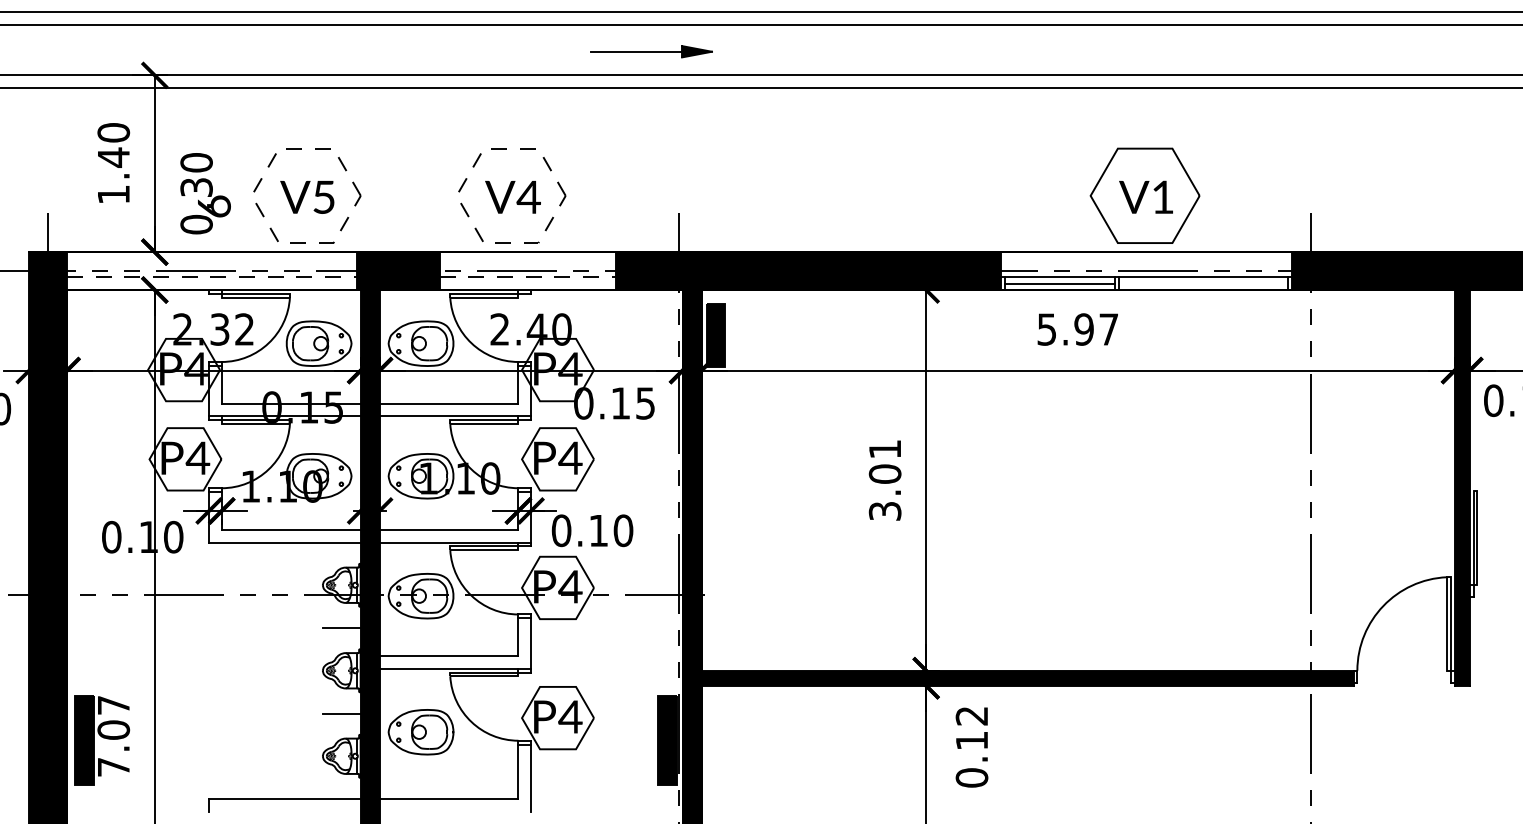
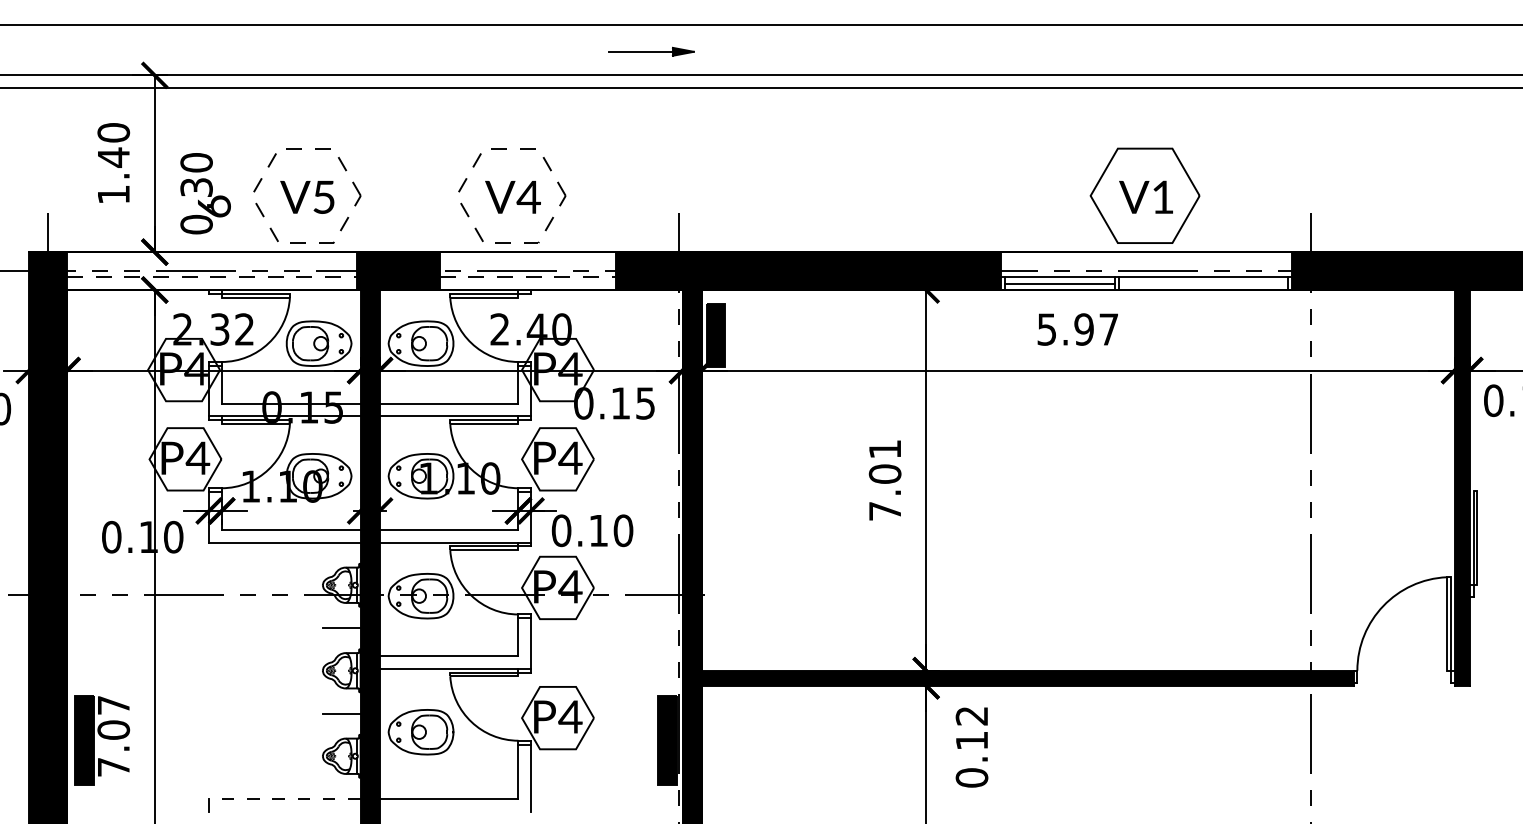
line at (760, 12): present -> none
part at (651, 51) size: 123x14 px -> 87x11 px
text at (884, 511): 3.01 -> 7.01
line at (284, 799): solid -> dashed
